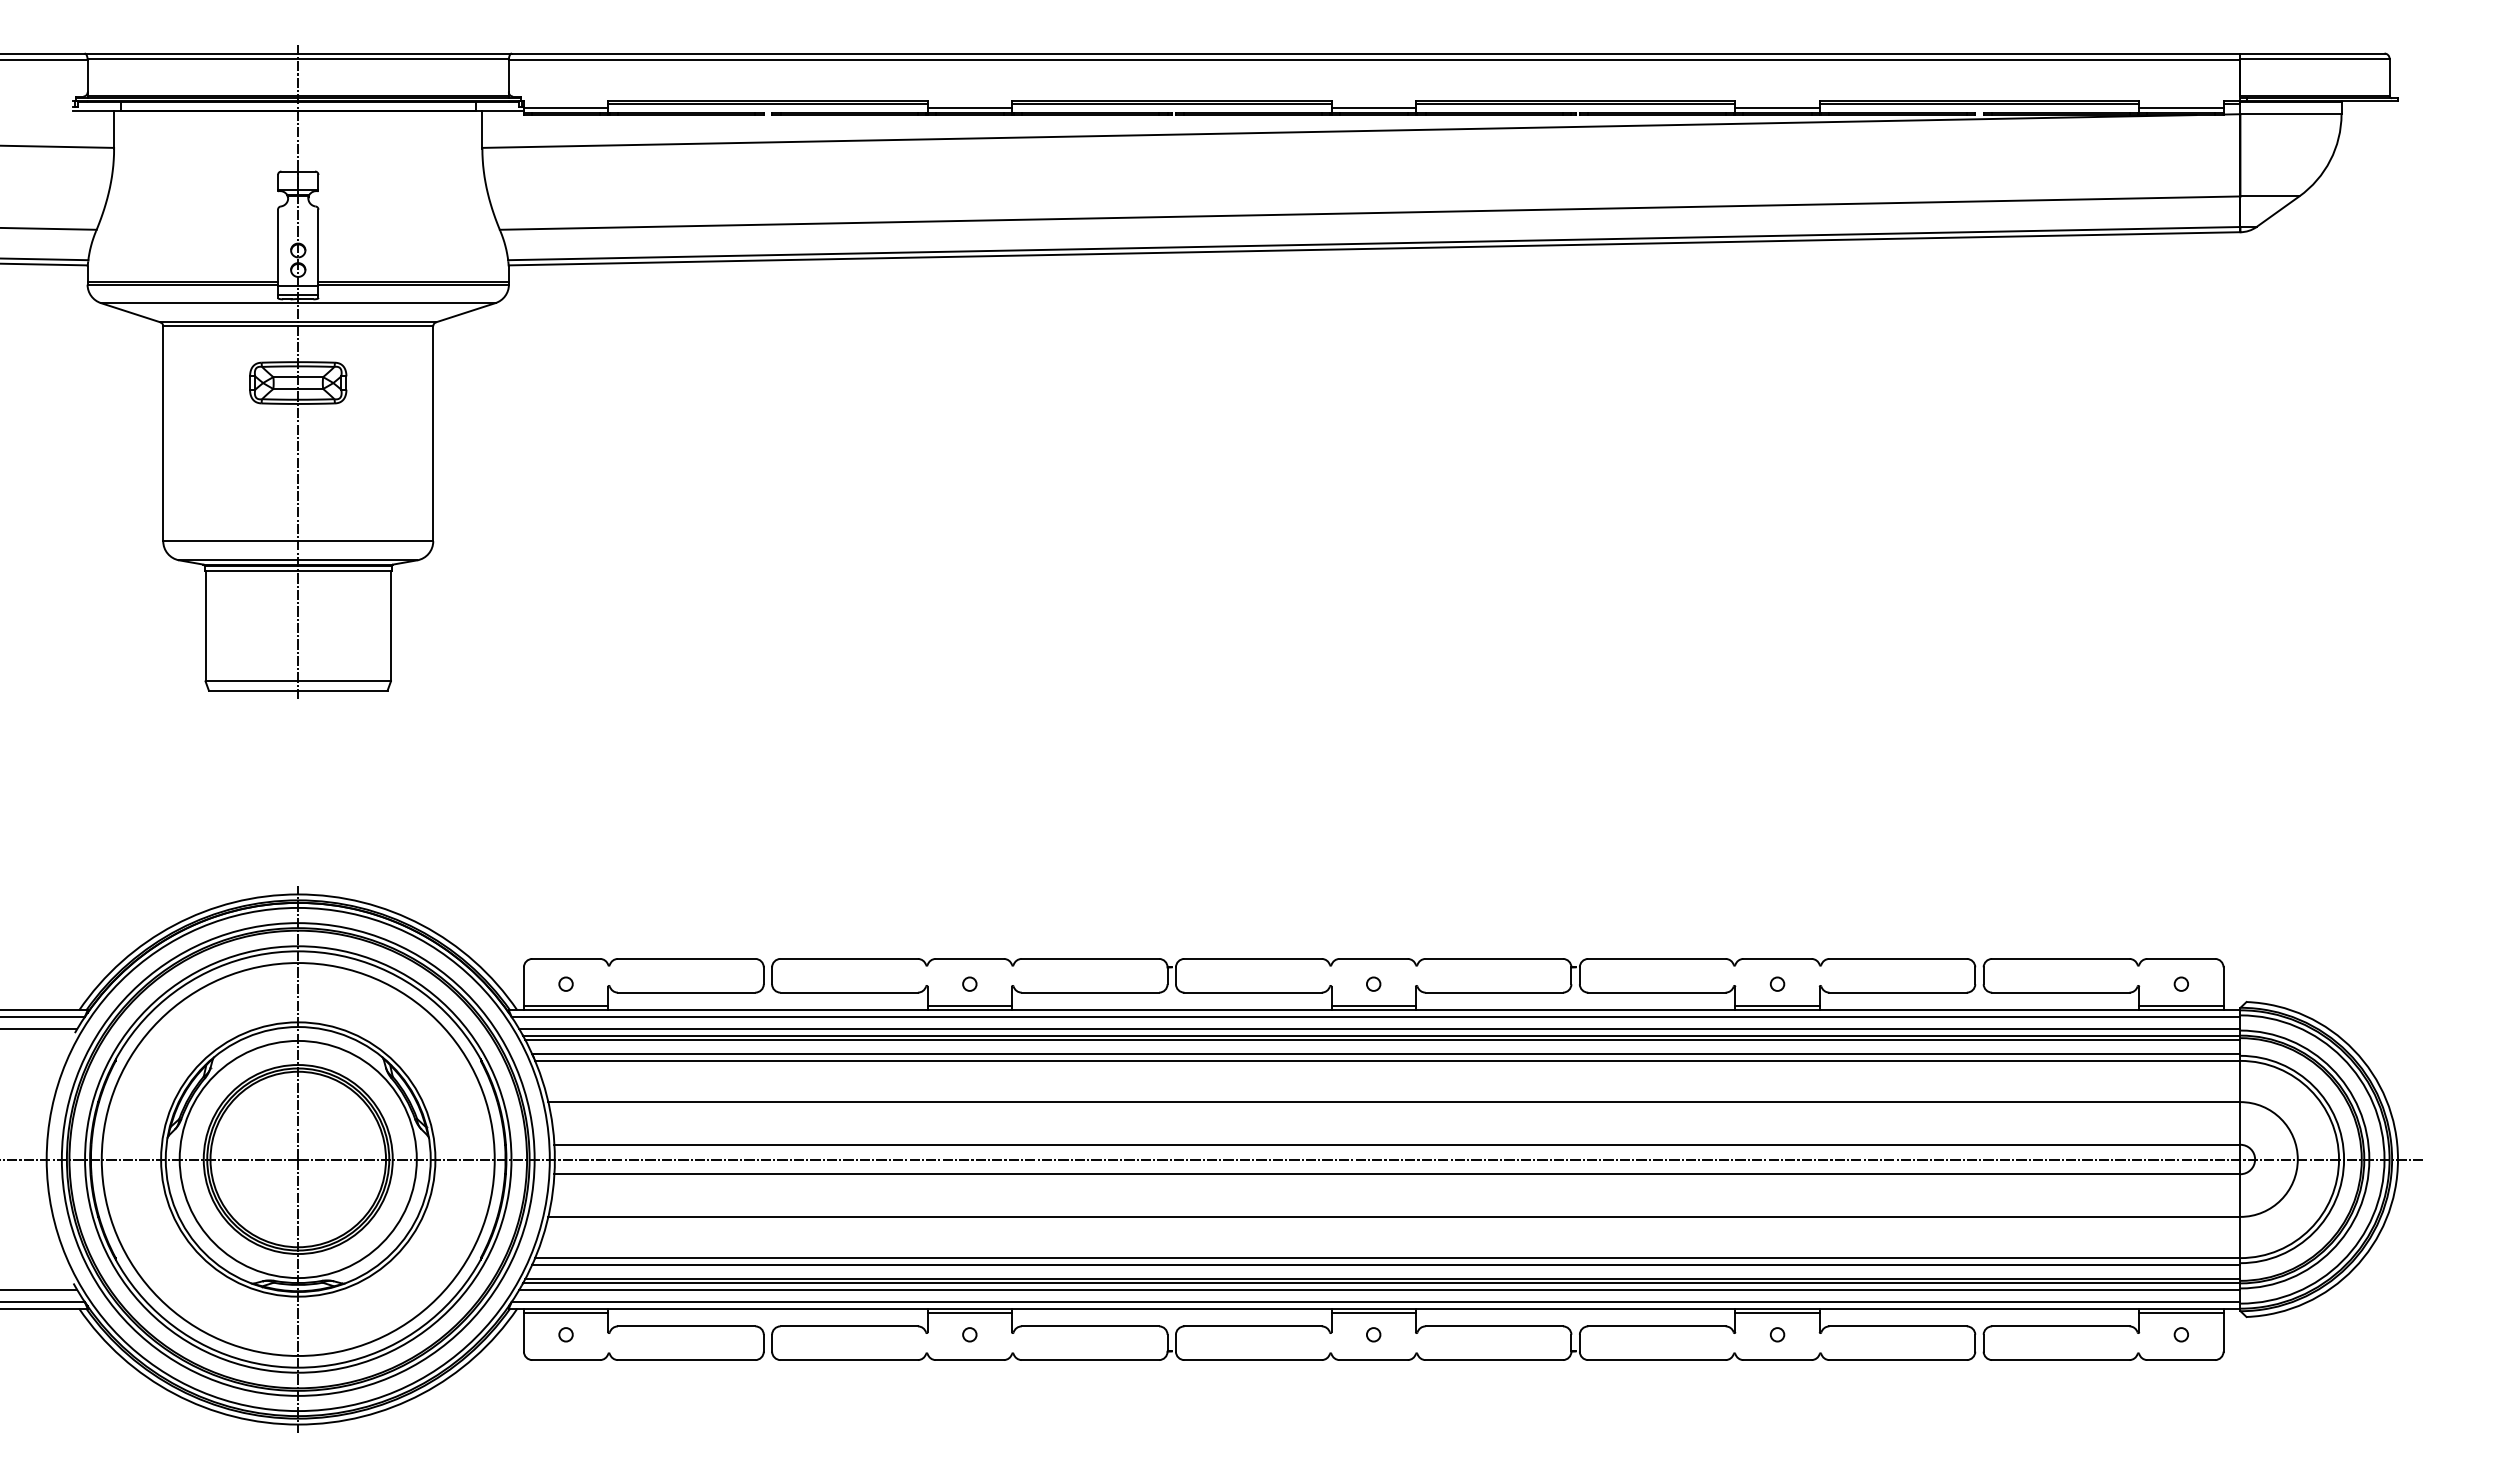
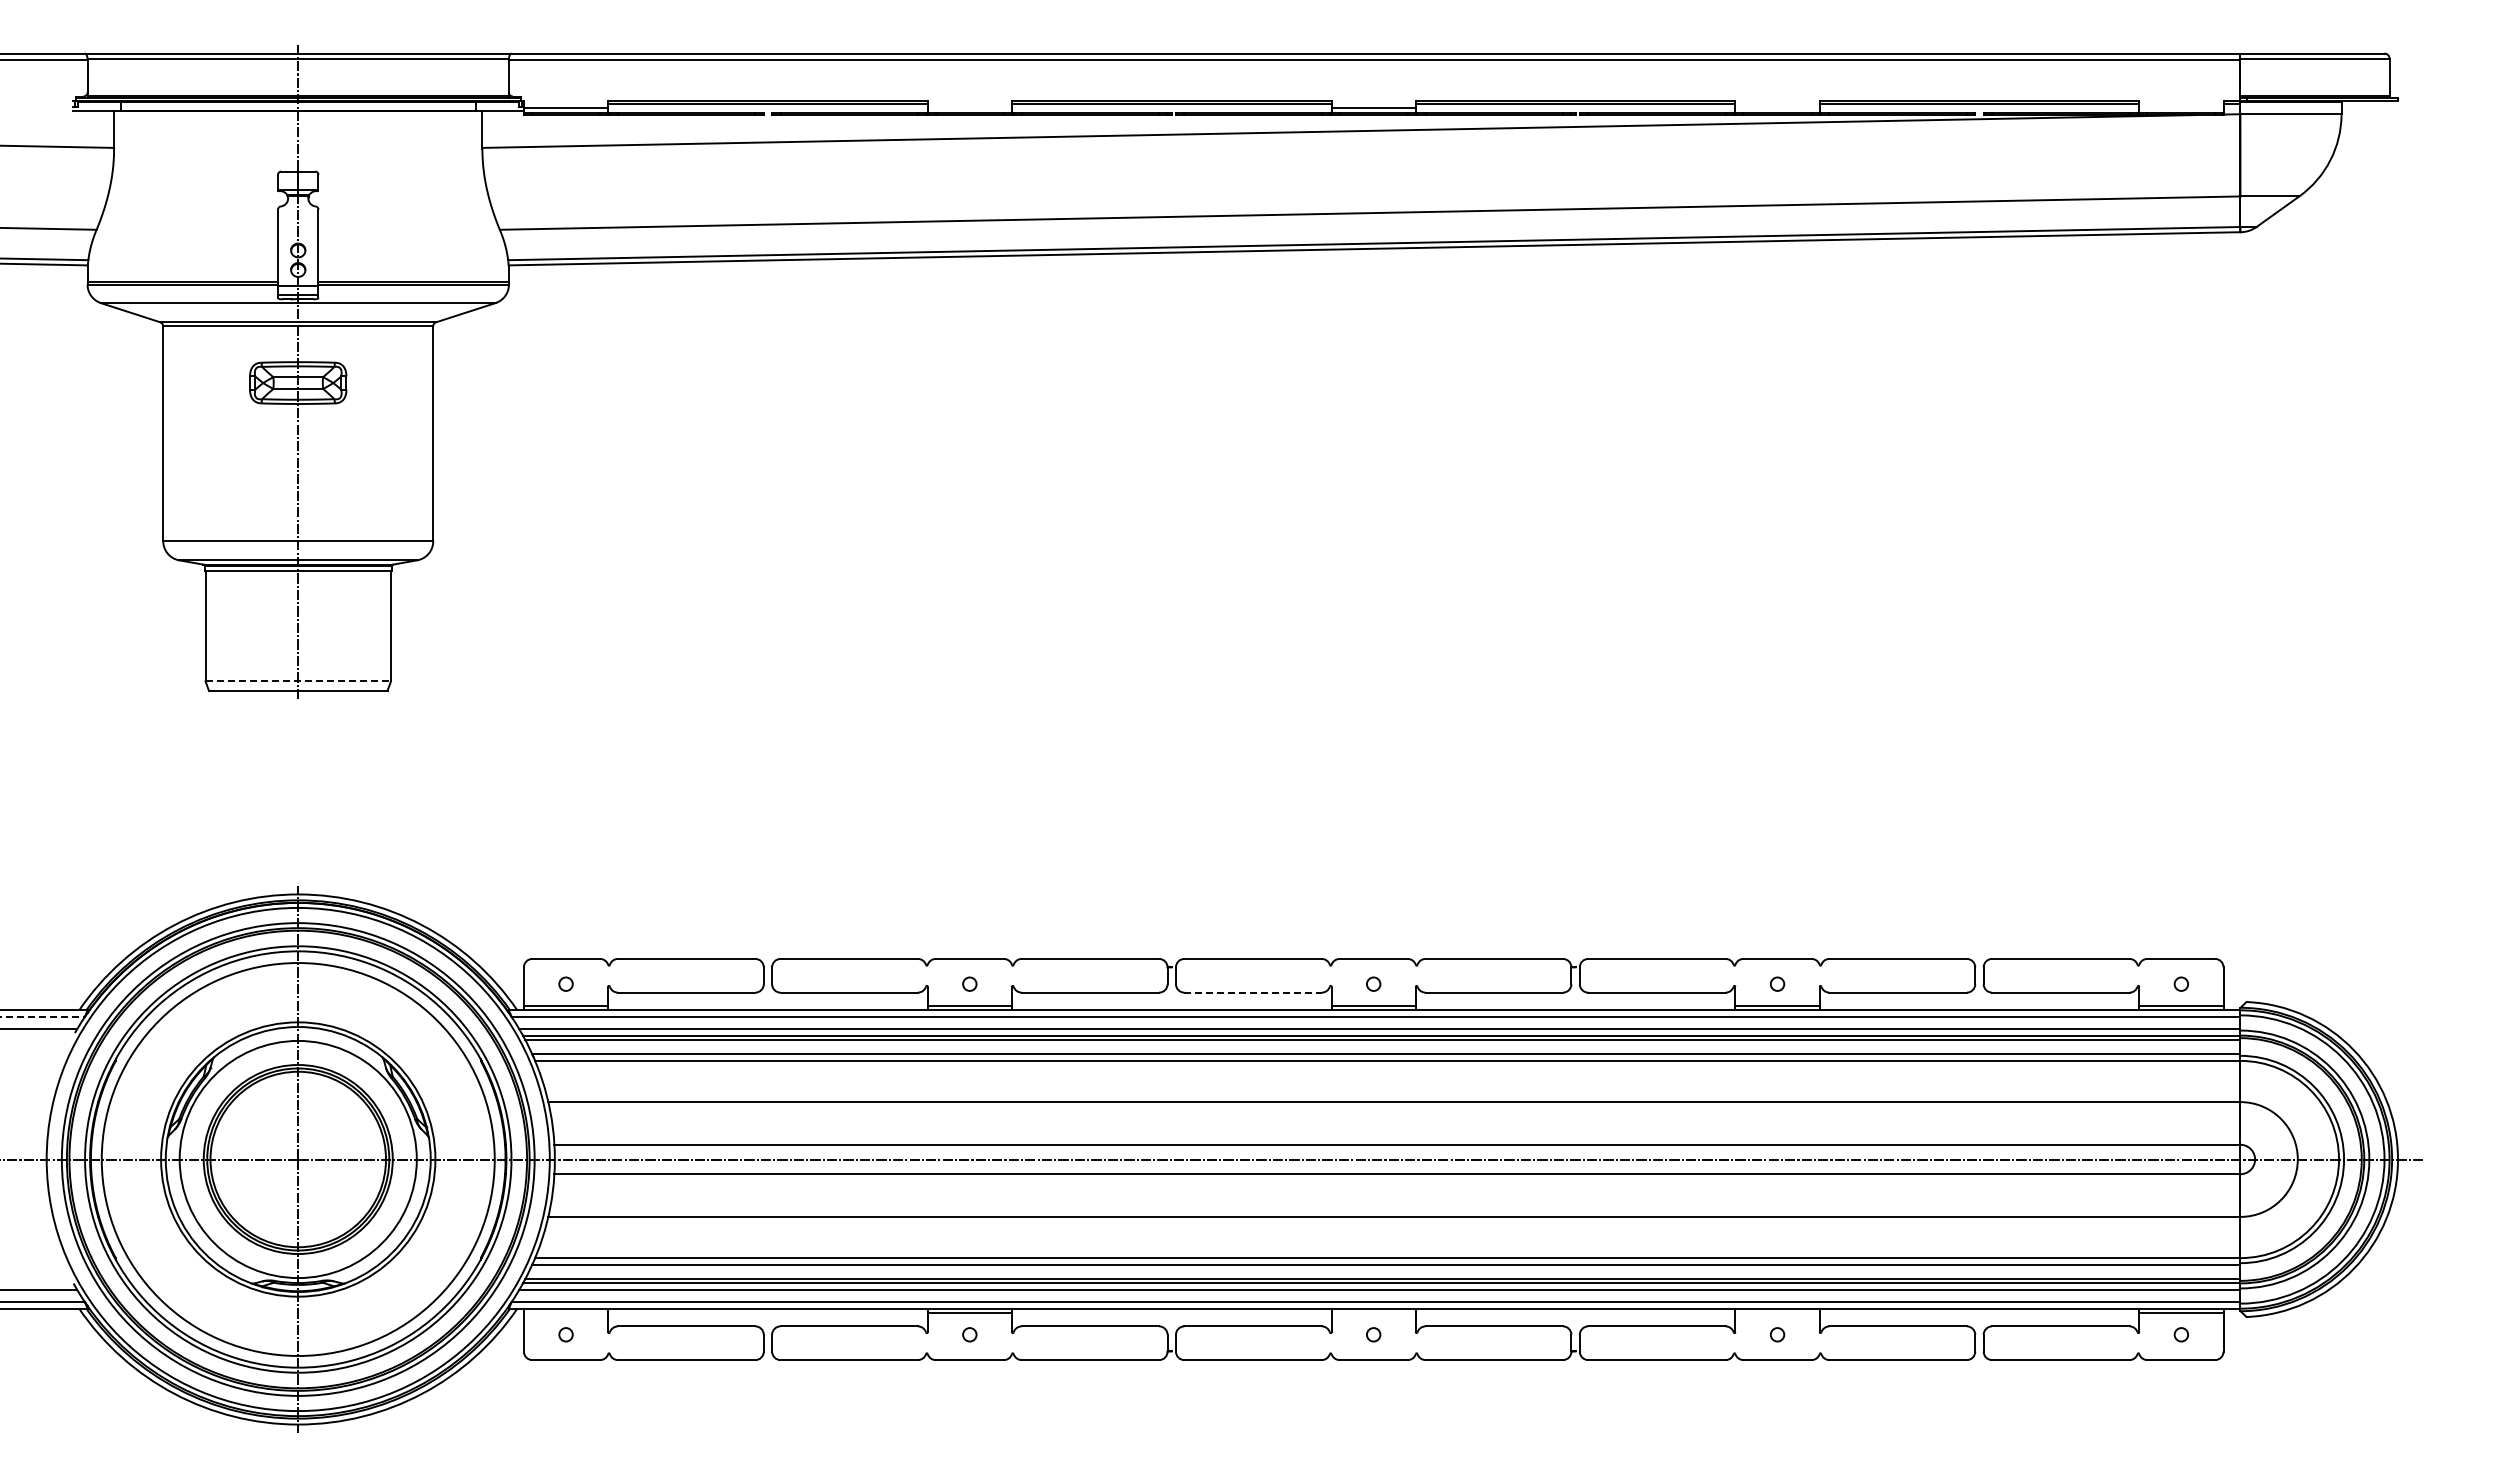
line at (969, 108): present -> none
line at (1777, 108): present -> none
line at (2181, 108): present -> none
line at (298, 681): solid -> dashed
line at (1253, 992): solid -> dashed
line at (42, 1017): solid -> dashed
line at (565, 1312): present -> none
line at (1373, 1312): present -> none
line at (1777, 1312): present -> none
